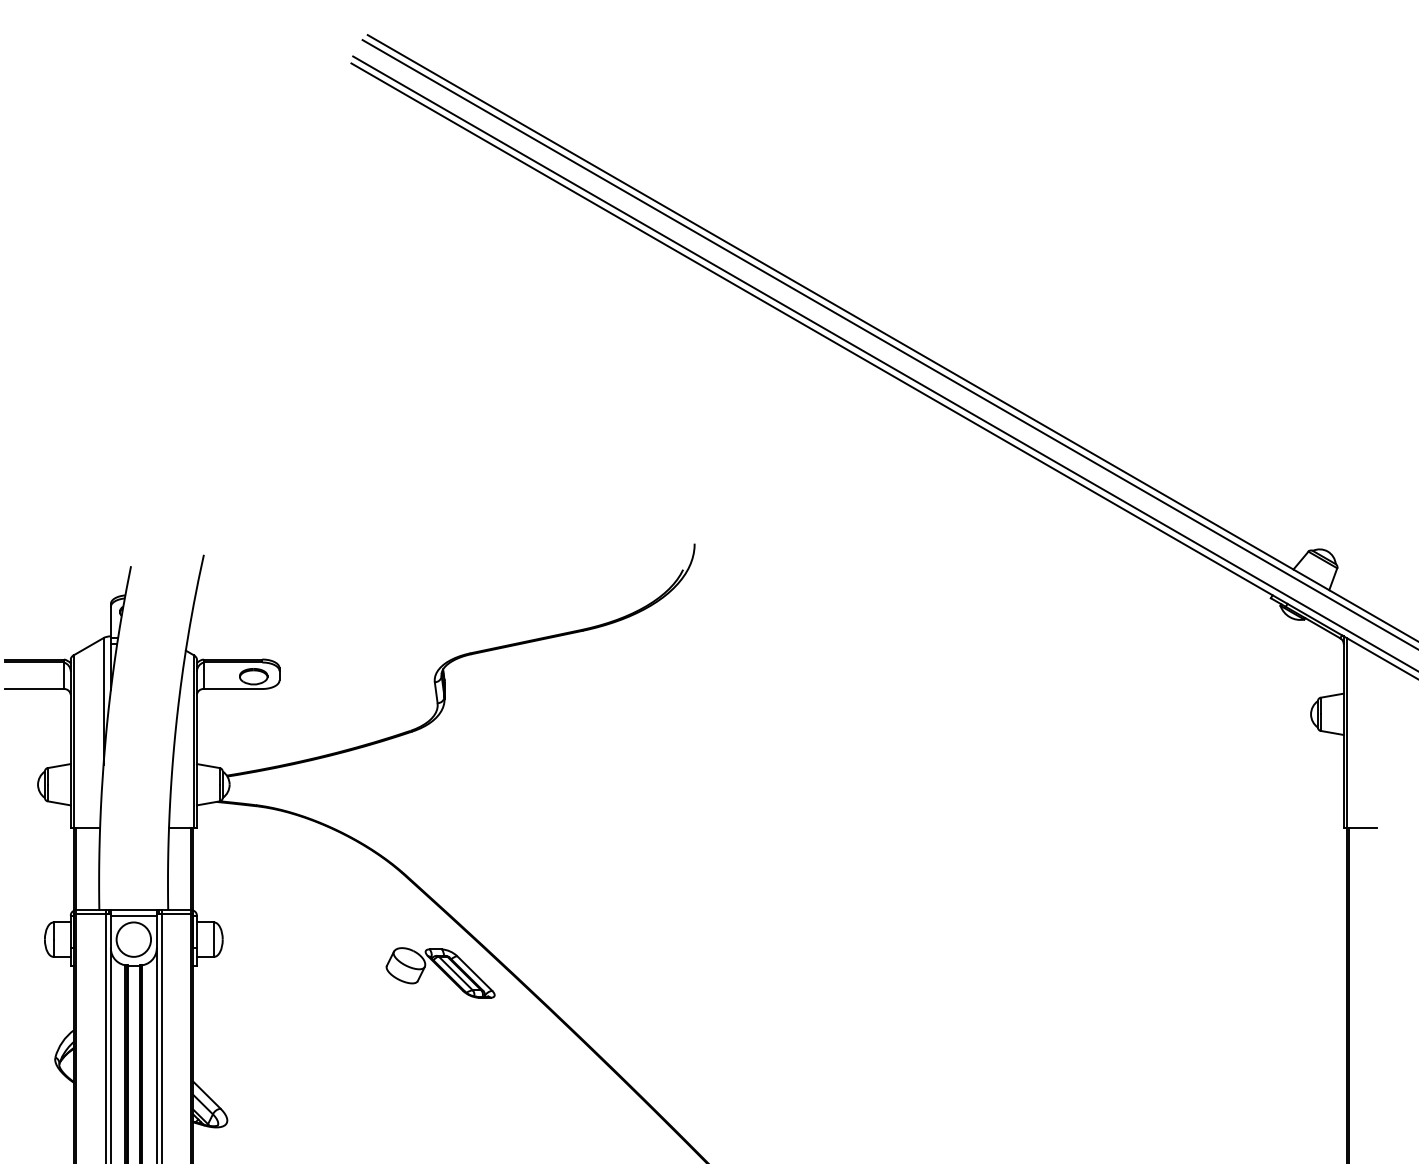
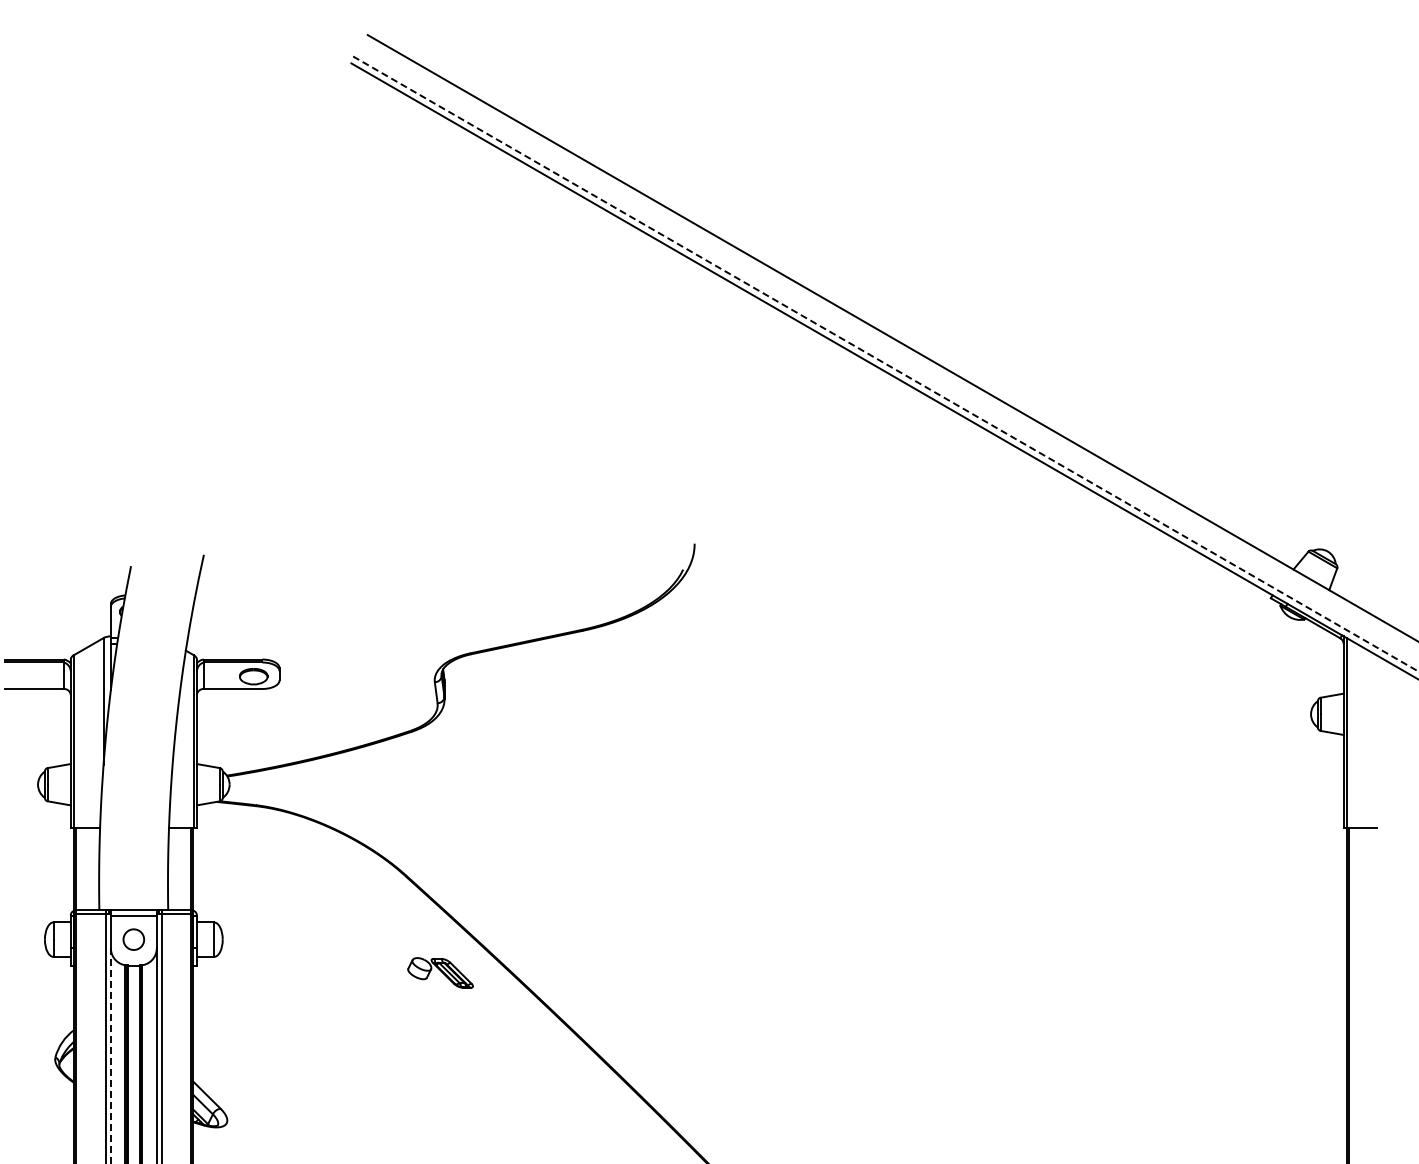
line at (888, 344): present -> none
line at (886, 364): solid -> dashed
circle at (133, 939) diameter: 34 px -> 21 px
part at (440, 972) size: 111x52 px -> 67x32 px
line at (110, 1056): solid -> dashed
